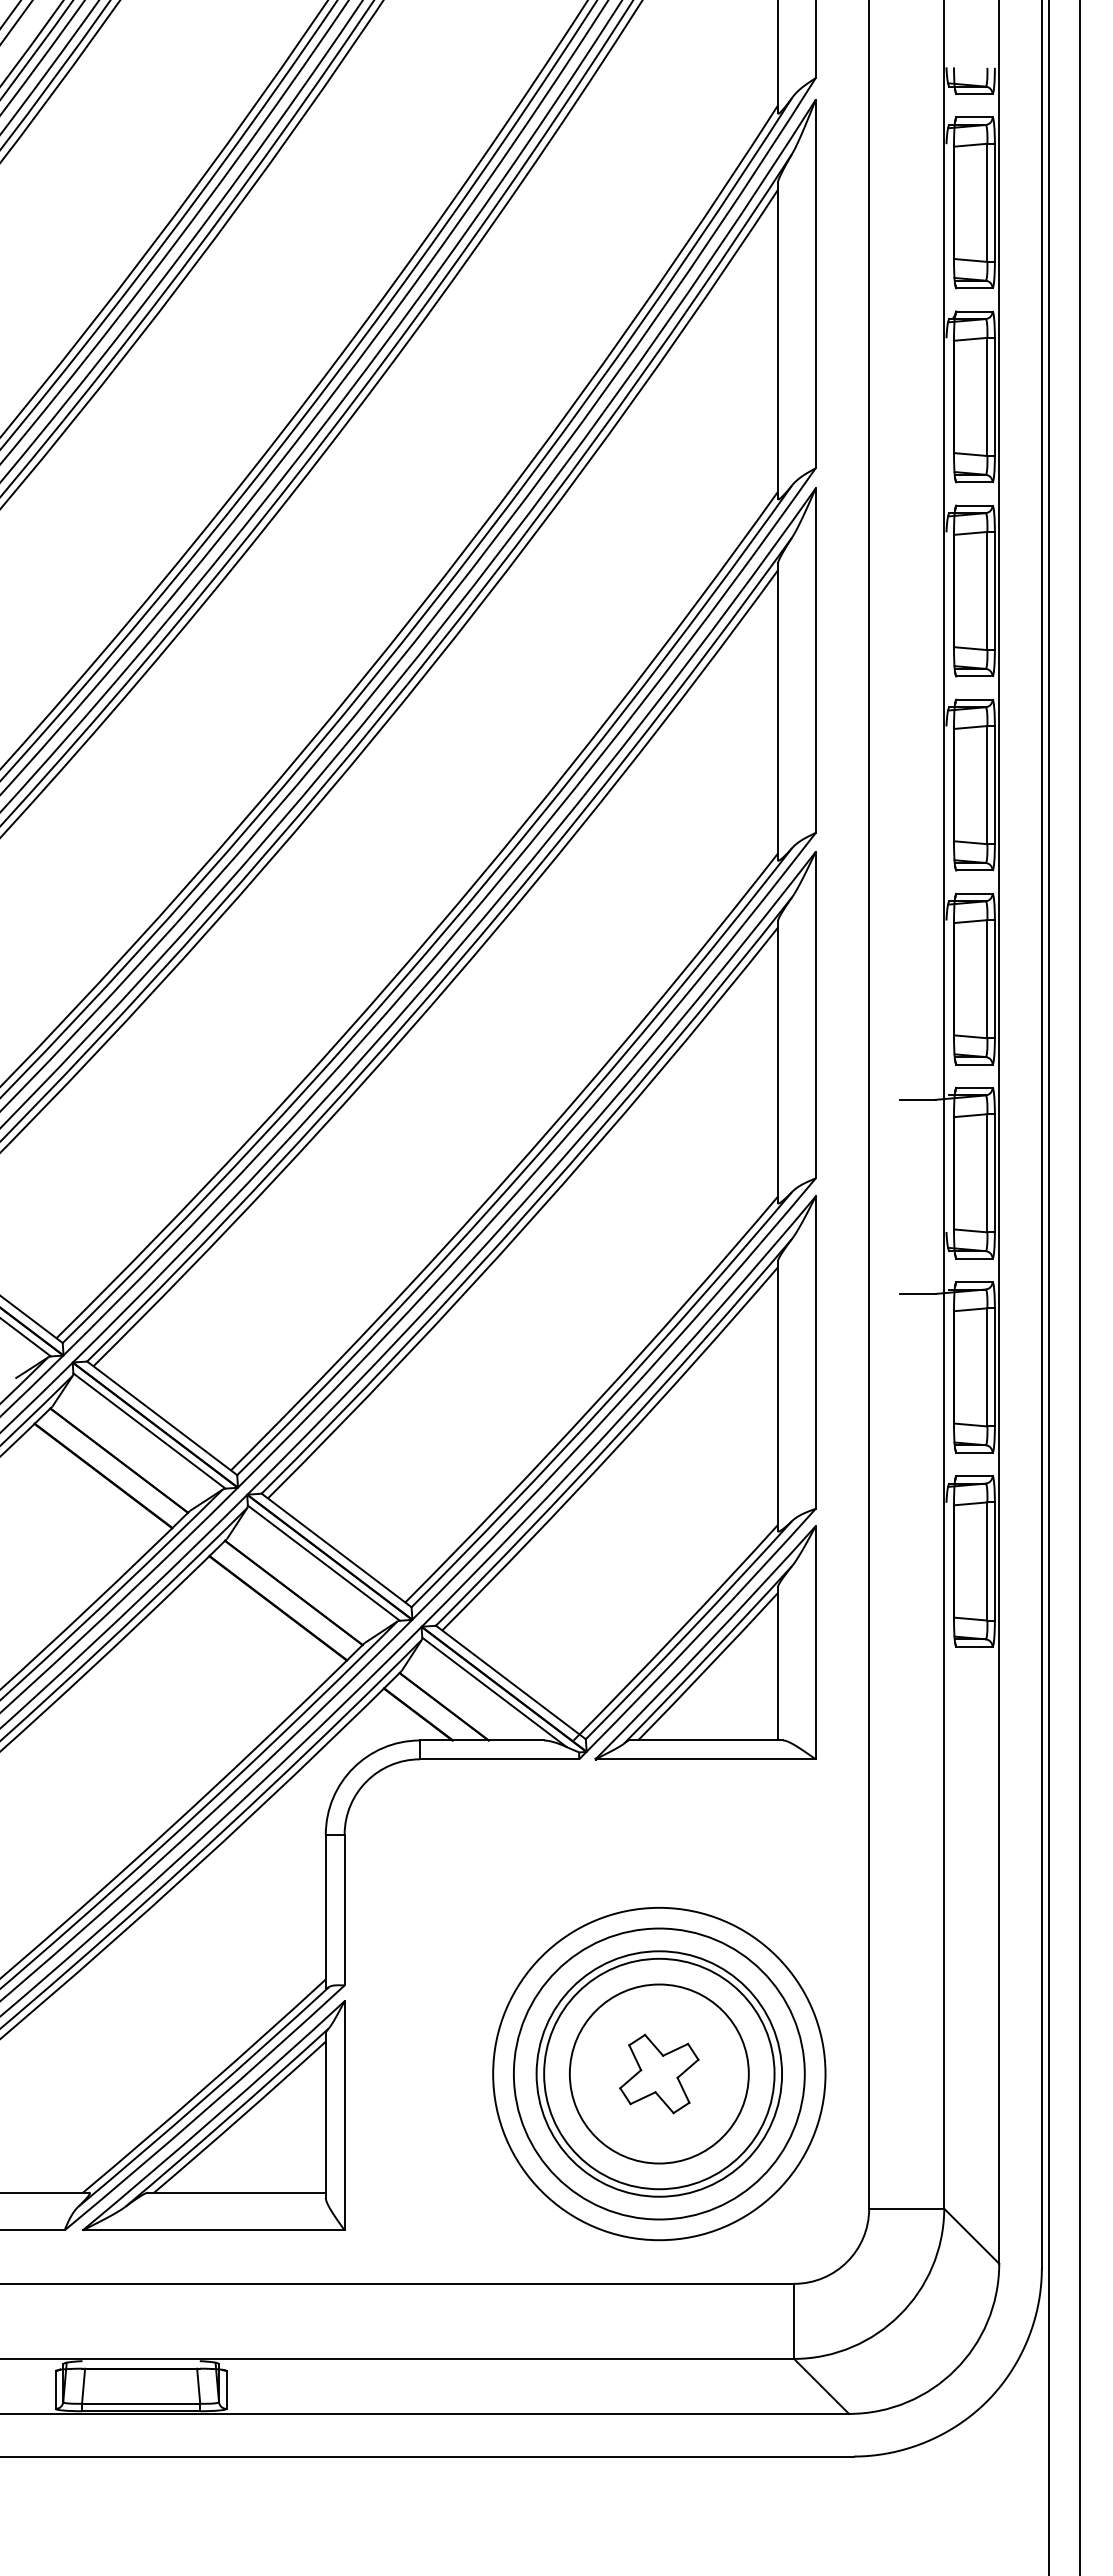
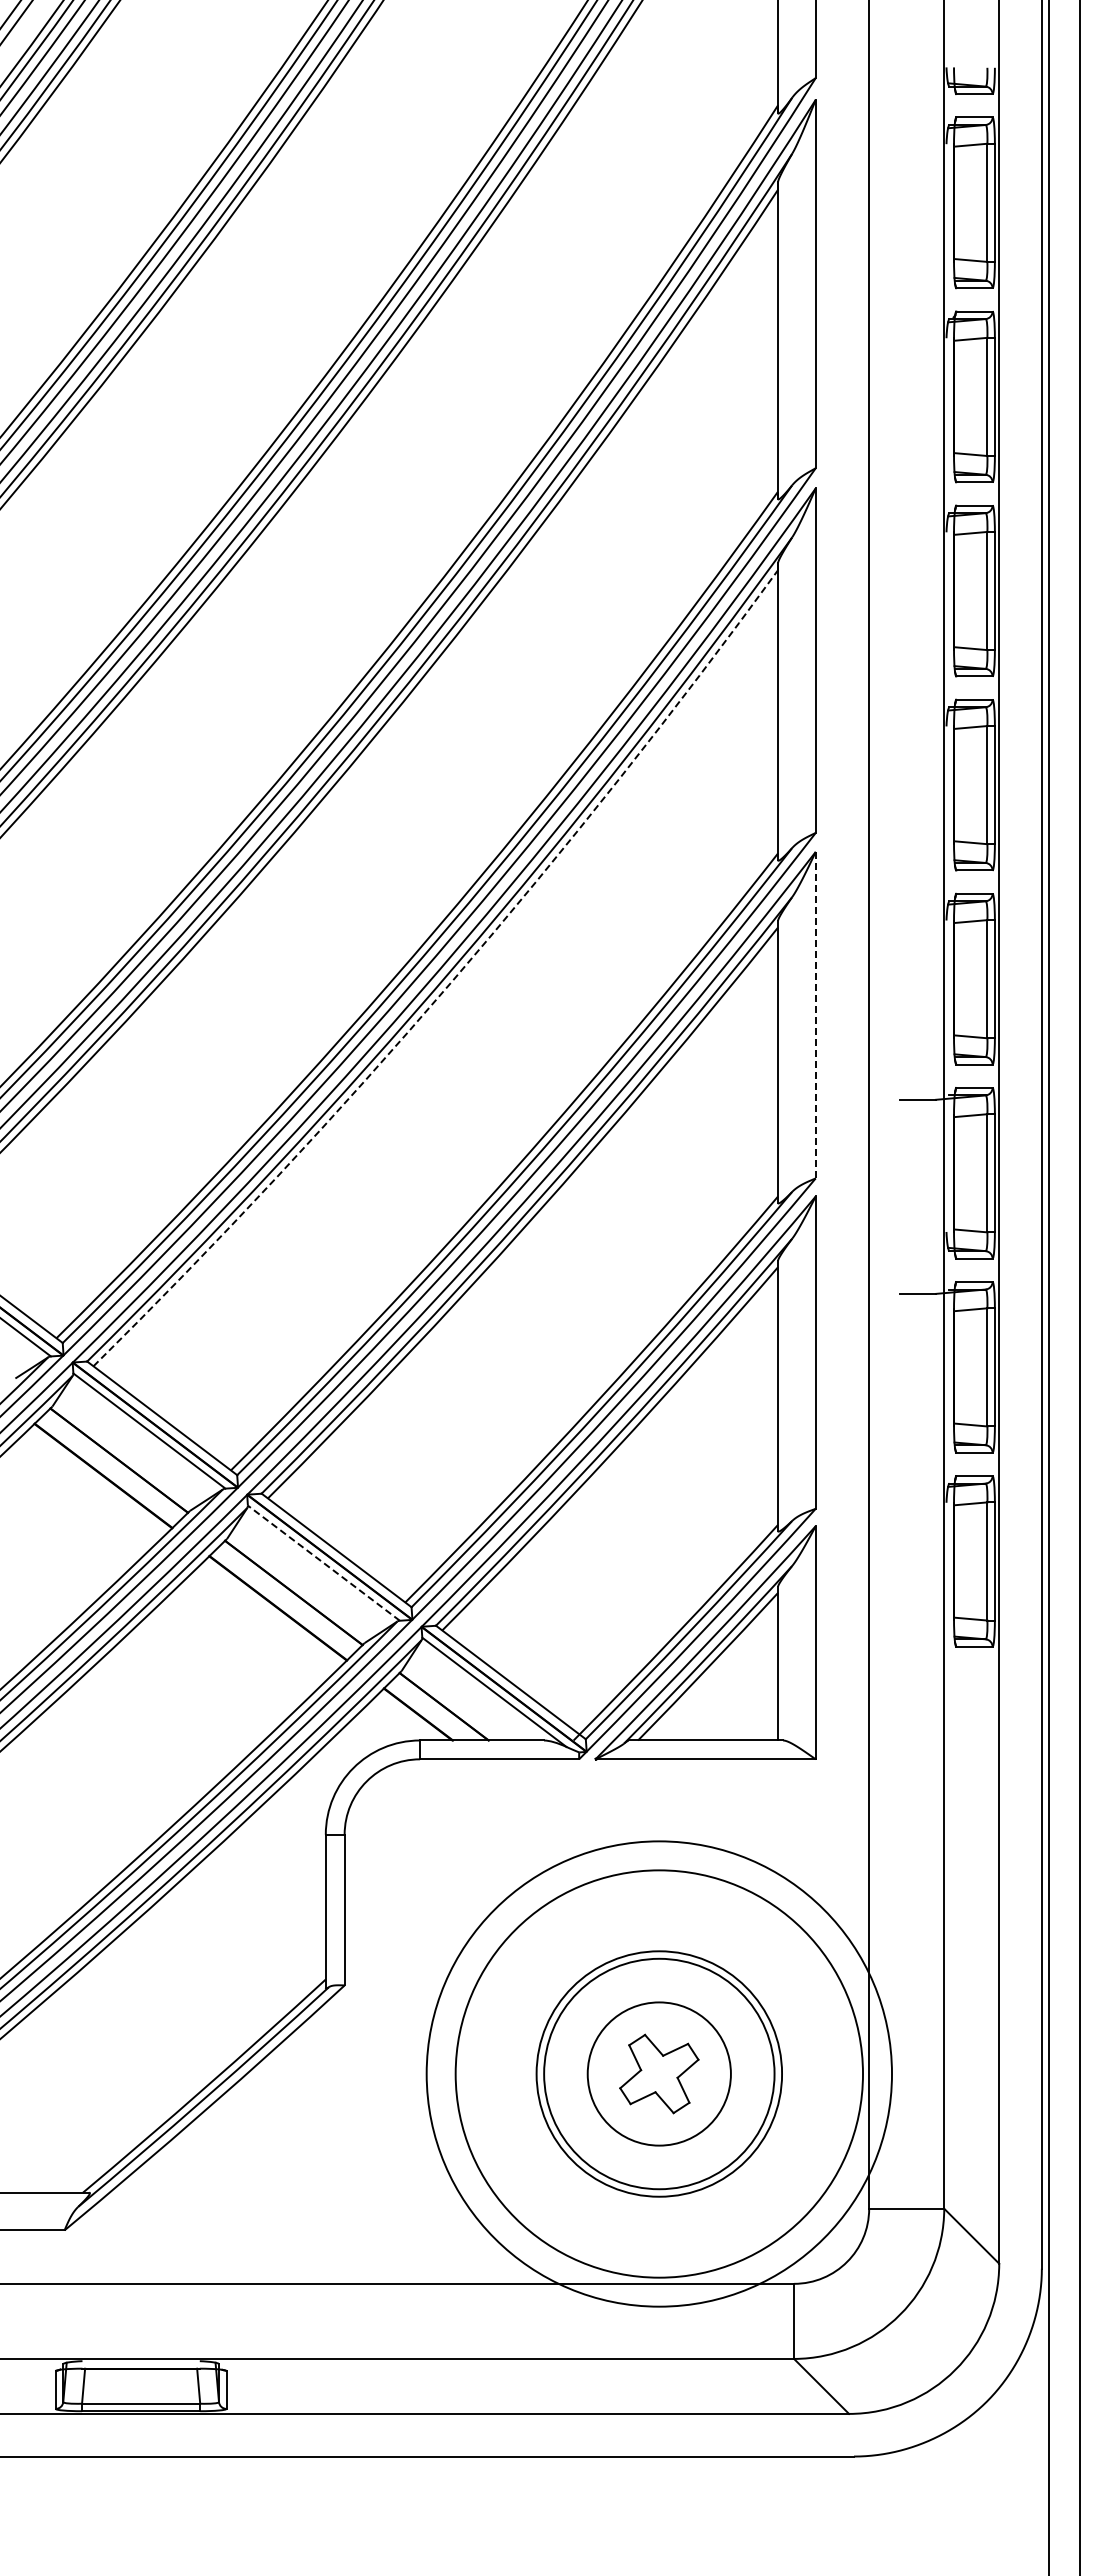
arc at (451, 981): solid -> dashed
line at (815, 1015): solid -> dashed
line at (323, 1562): solid -> dashed
circle at (658, 2073) diameter: 179 px -> 143 px
circle at (658, 2073) diameter: 291 px -> 407 px
circle at (659, 2073) diameter: 332 px -> 465 px
part at (213, 2115): present -> none
